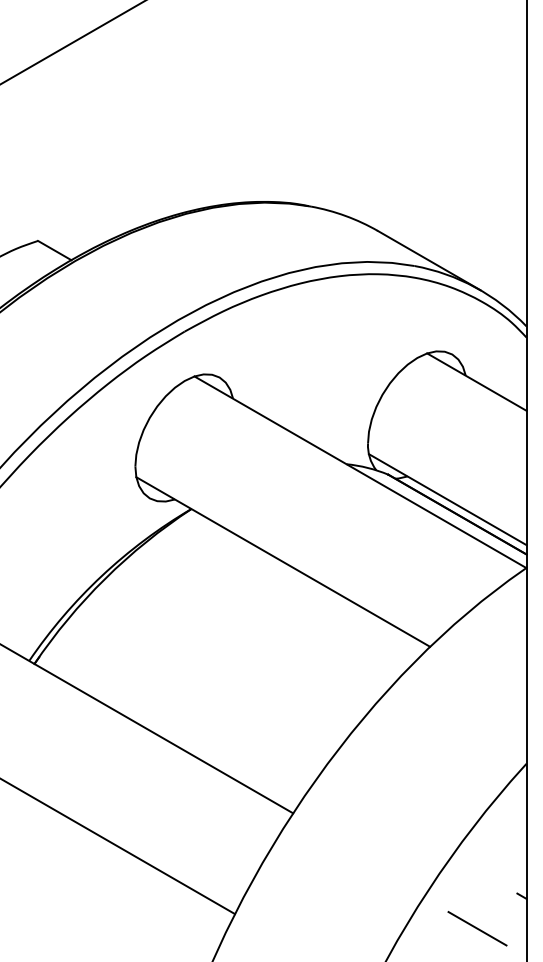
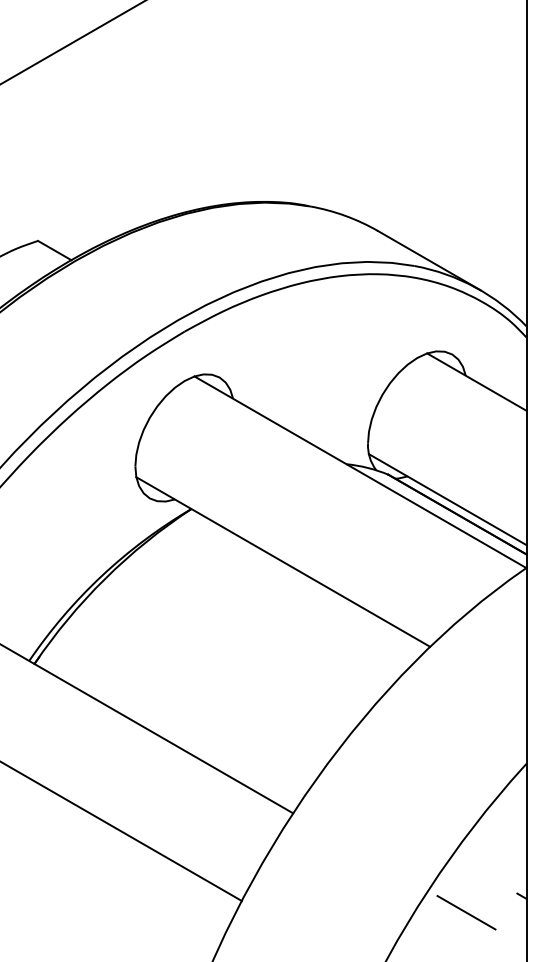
line at (118, 846) position: (118, 846) -> (121, 831)
line at (477, 928) position: (477, 928) -> (466, 912)
